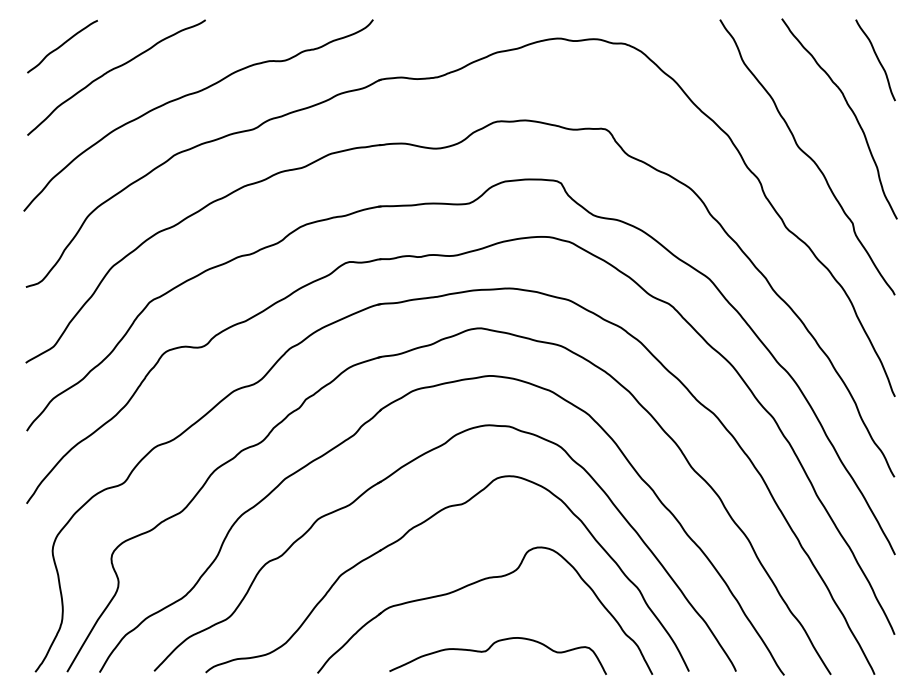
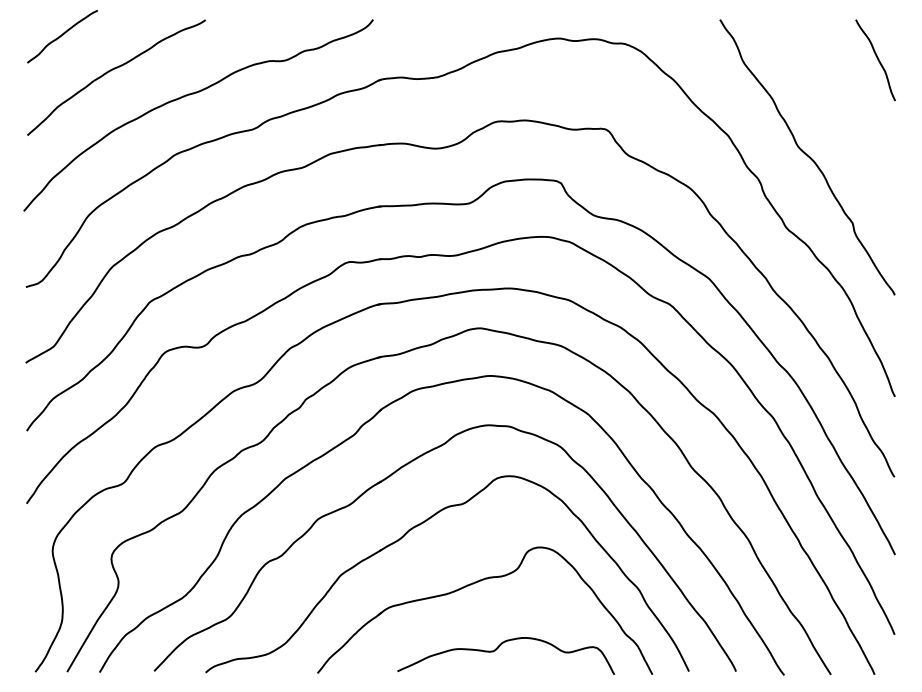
curve at (62, 45) position: (62, 45) -> (62, 35)
curve at (850, 110): present -> none
curve at (490, 648) position: (490, 648) -> (498, 648)
